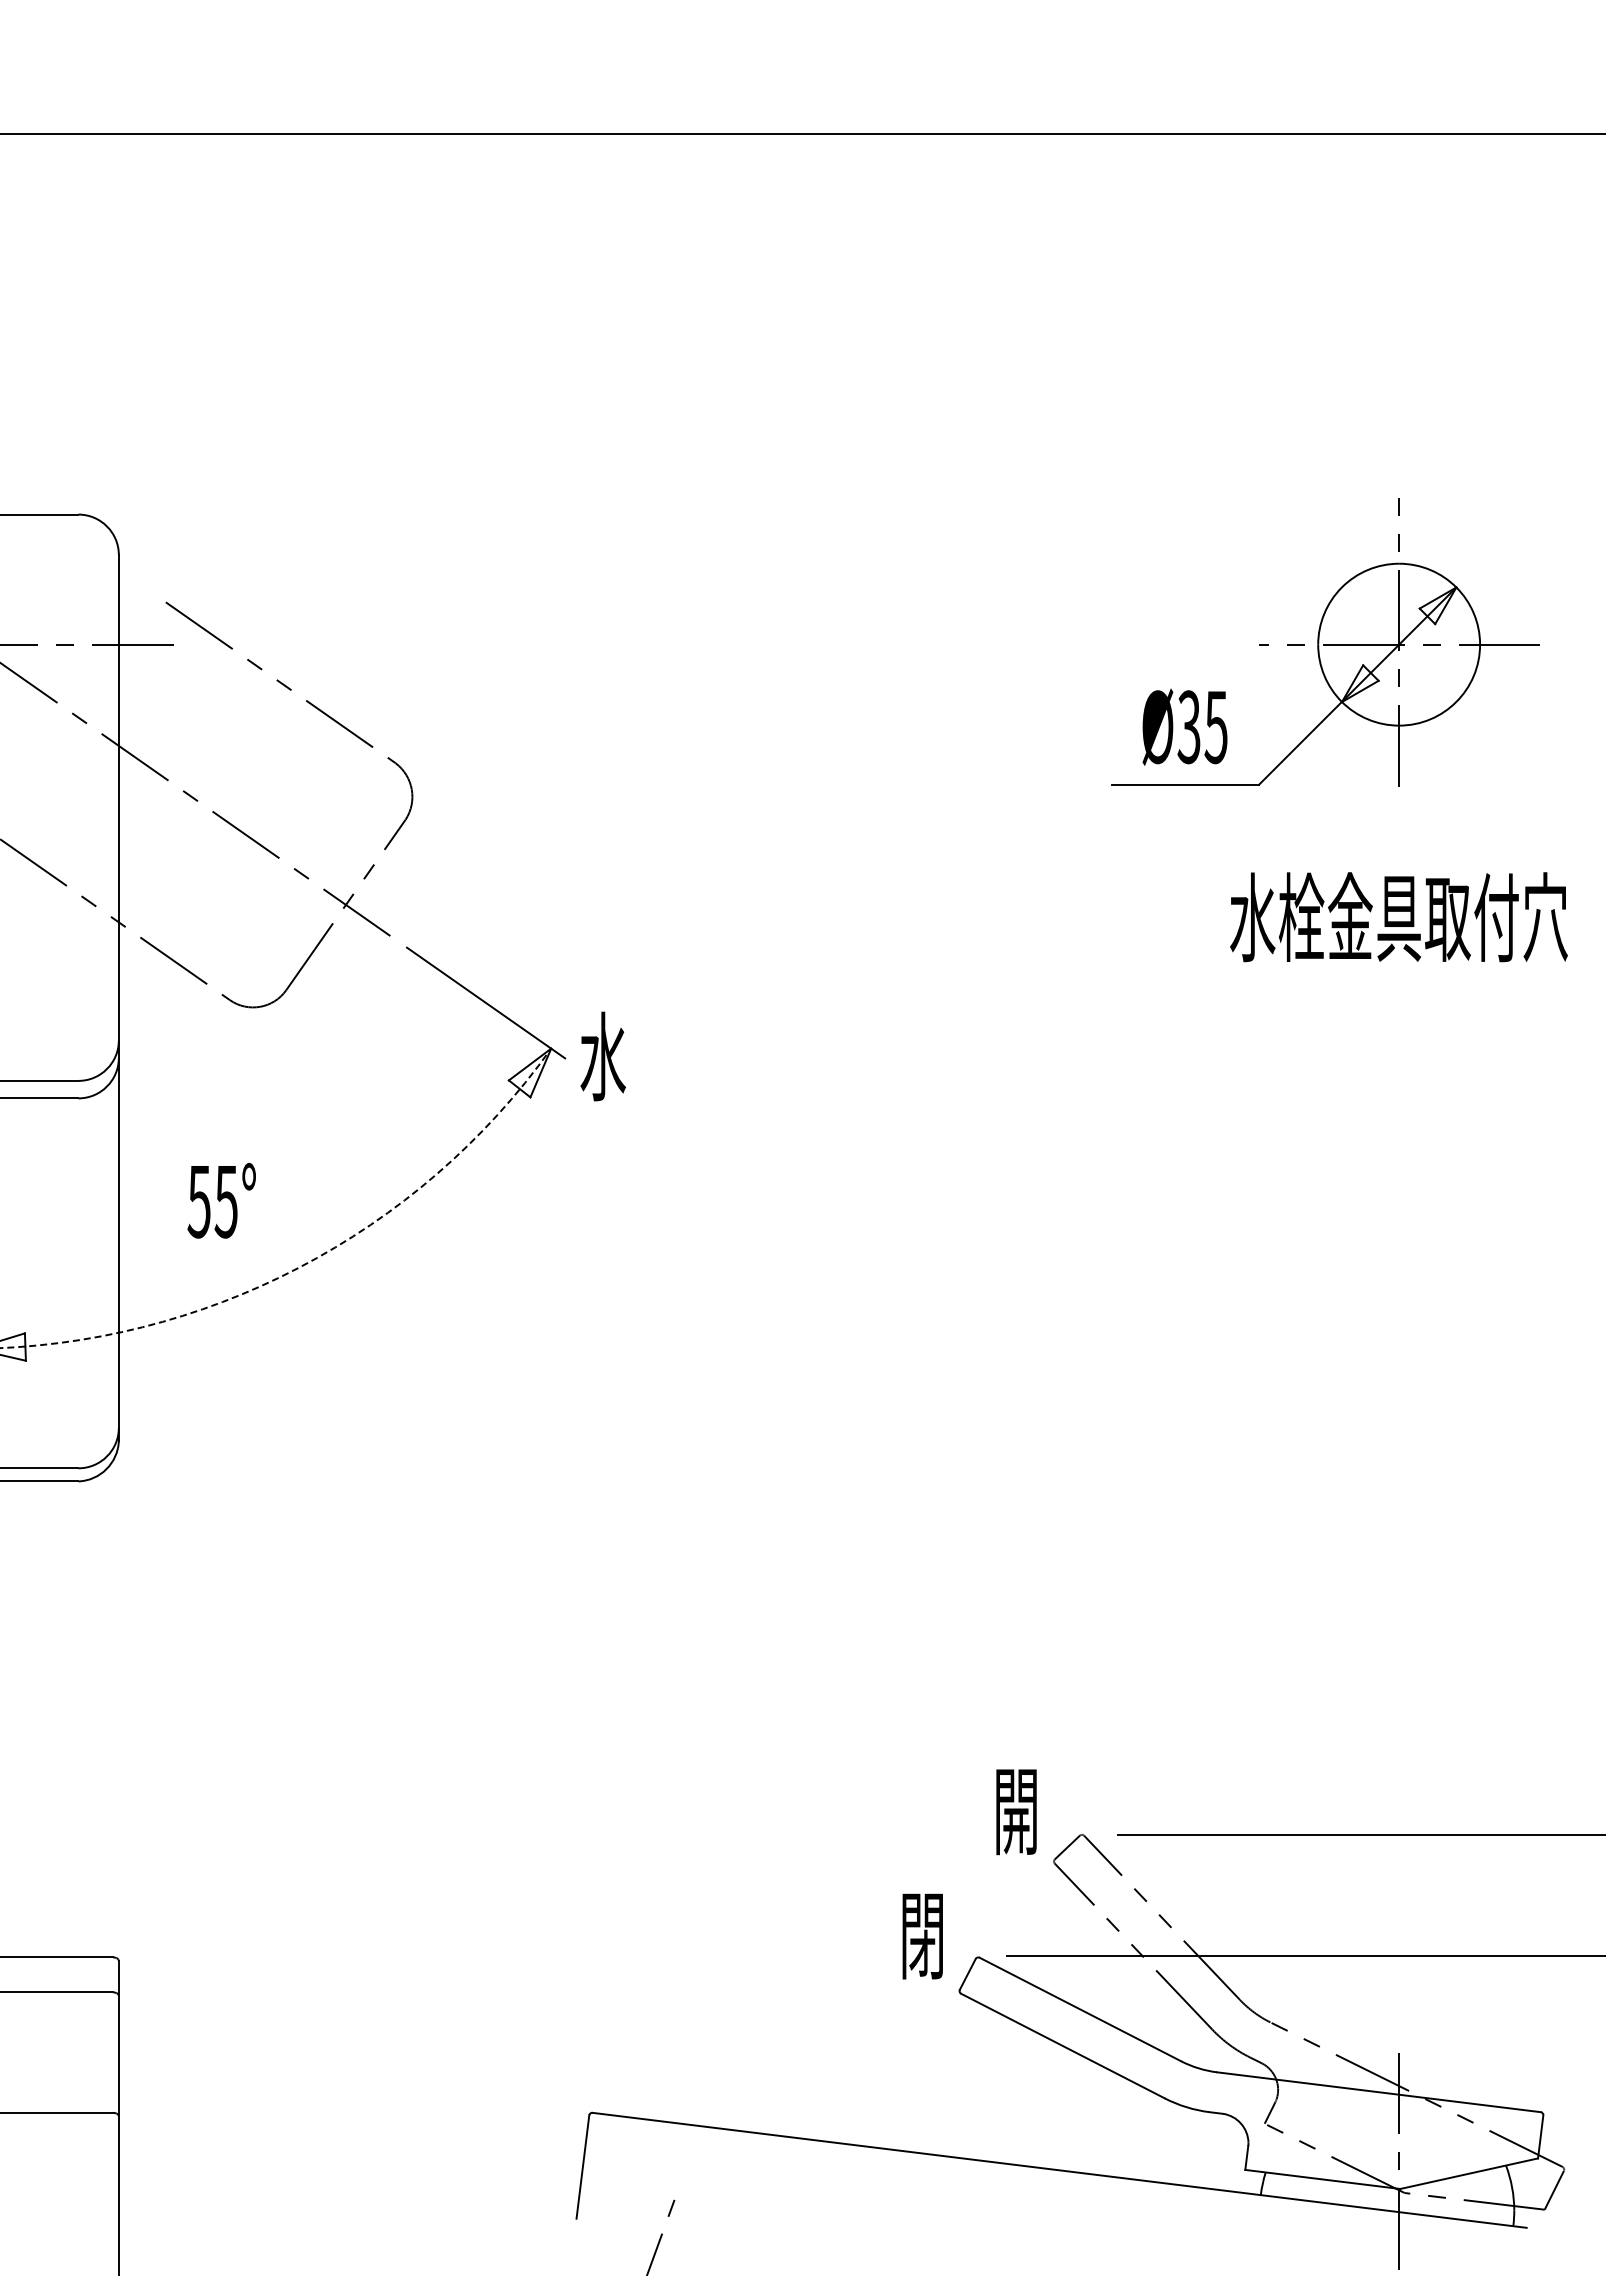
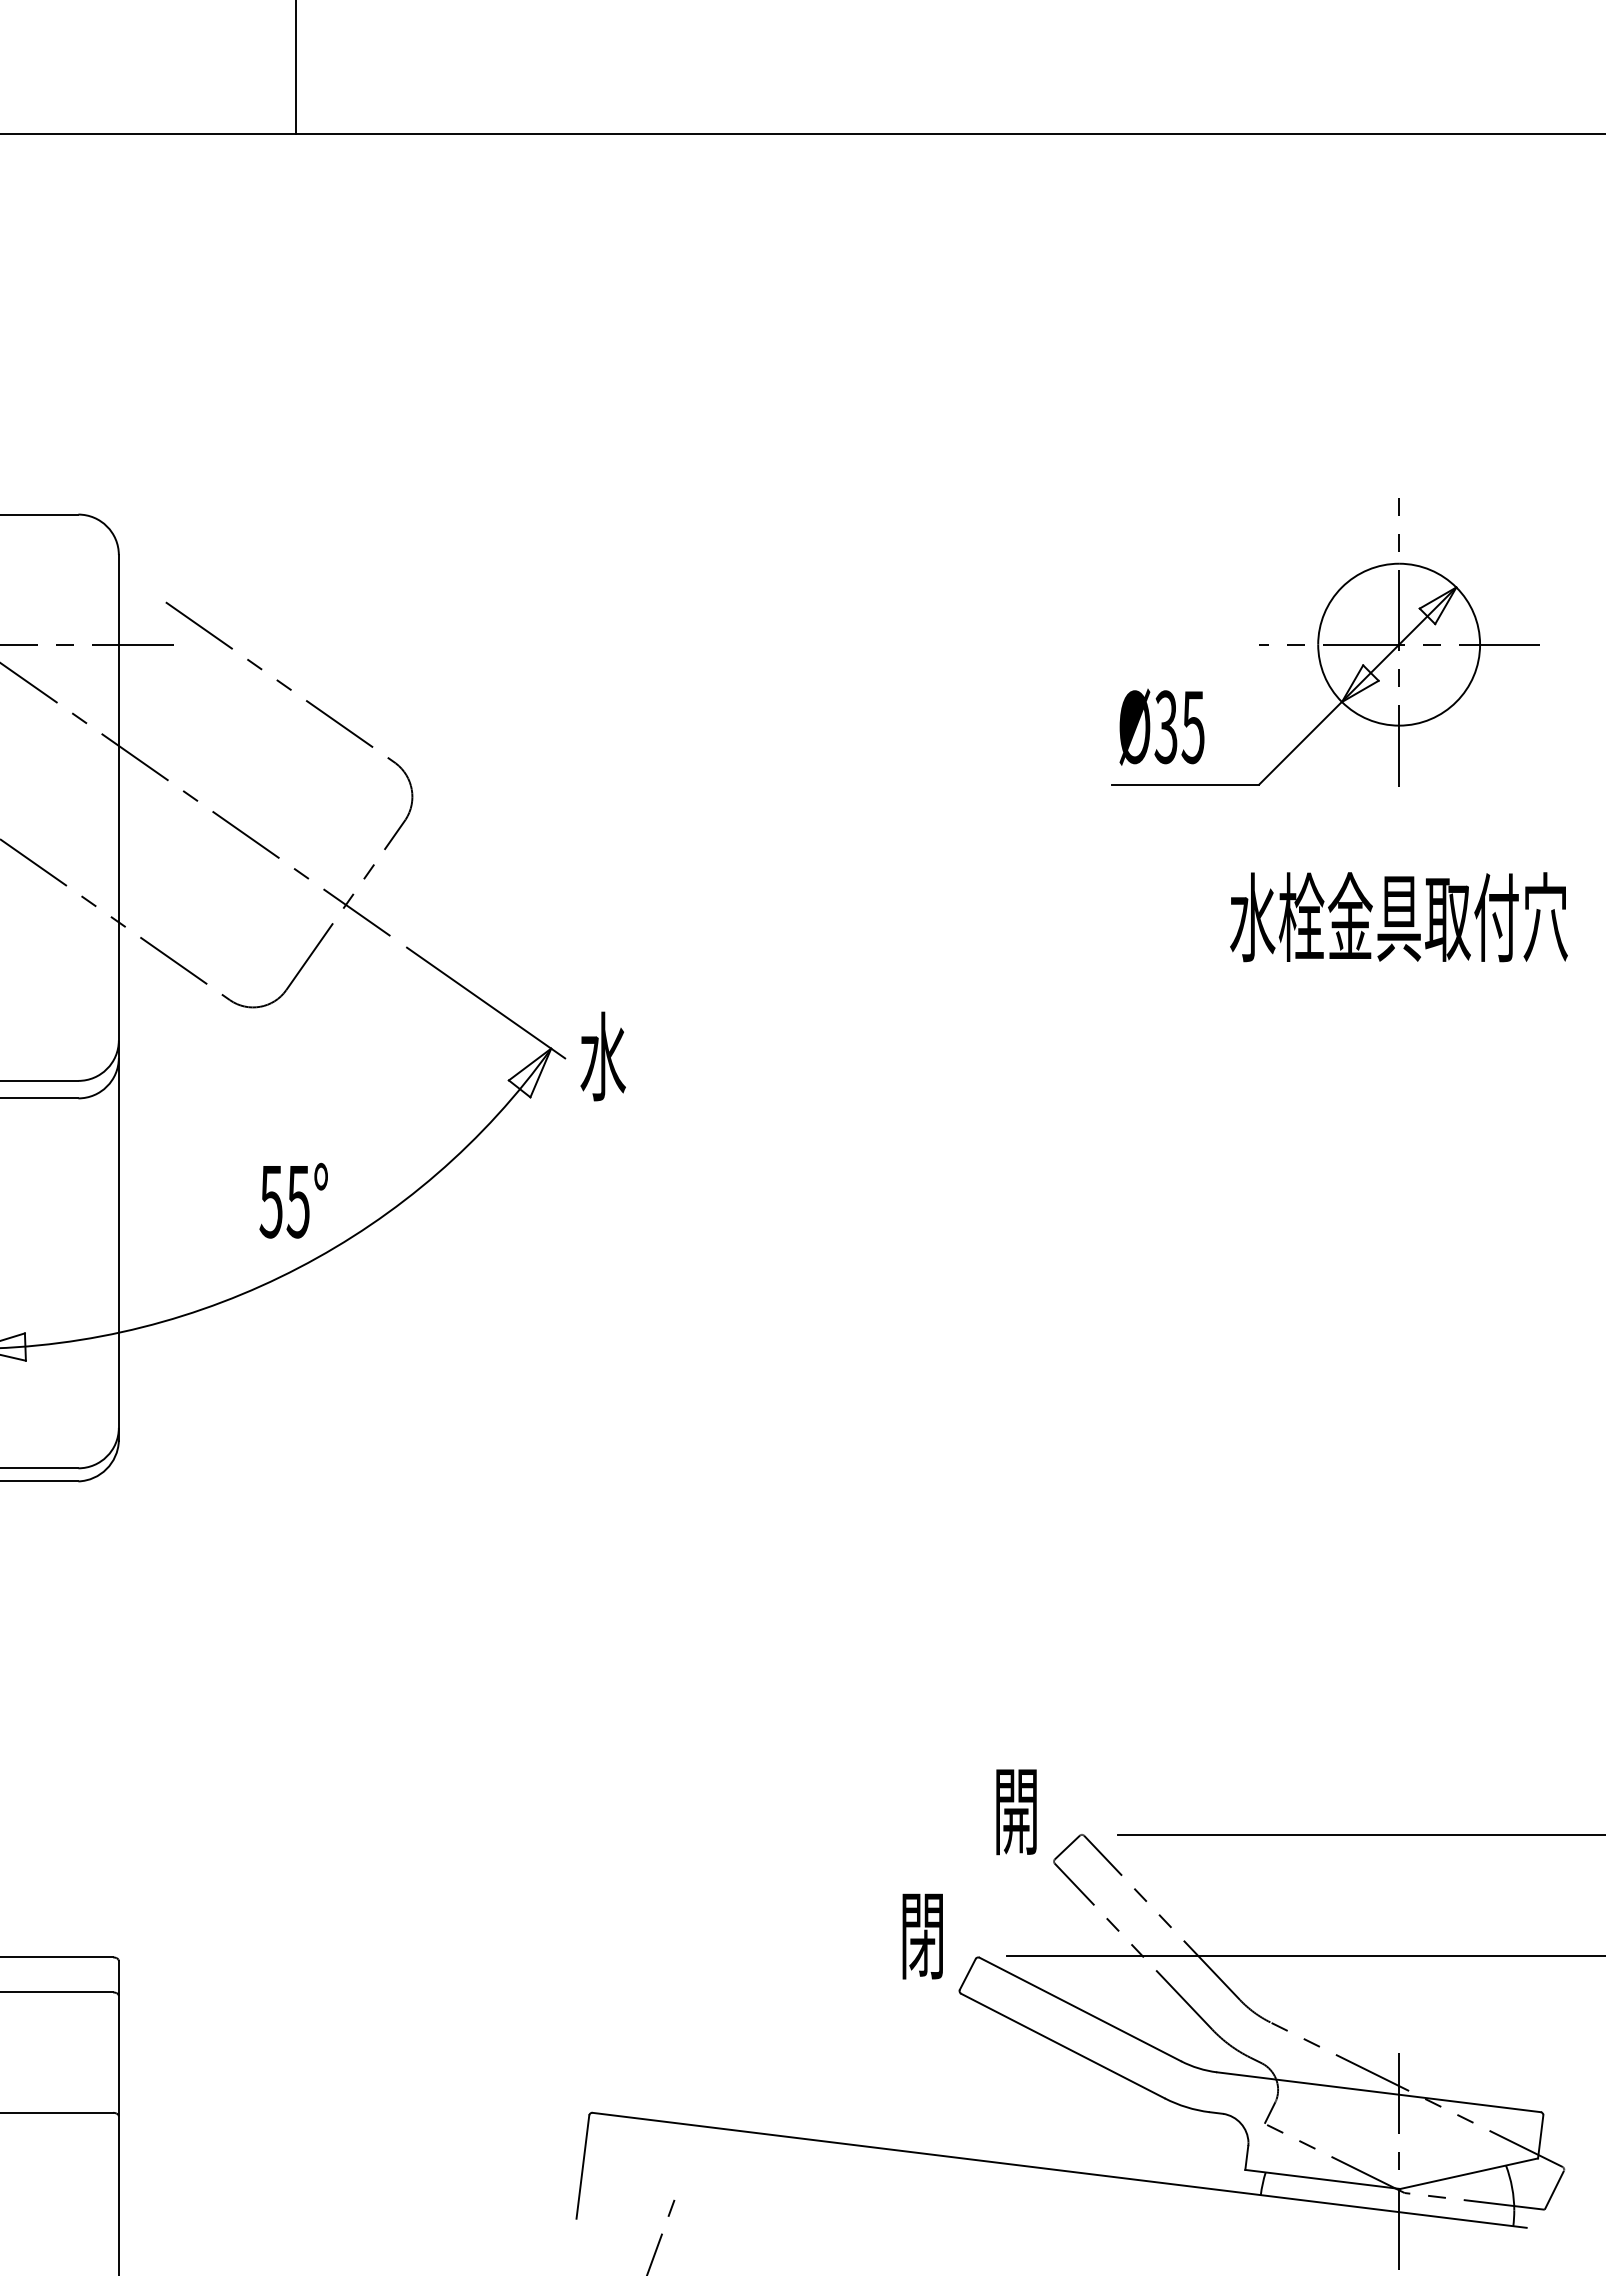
line at (296, 67): none -> present
text at (1184, 726) position: (1184, 726) -> (1161, 726)
text at (221, 1200) position: (221, 1200) -> (293, 1200)
arc at (311, 1261): dashed -> solid
